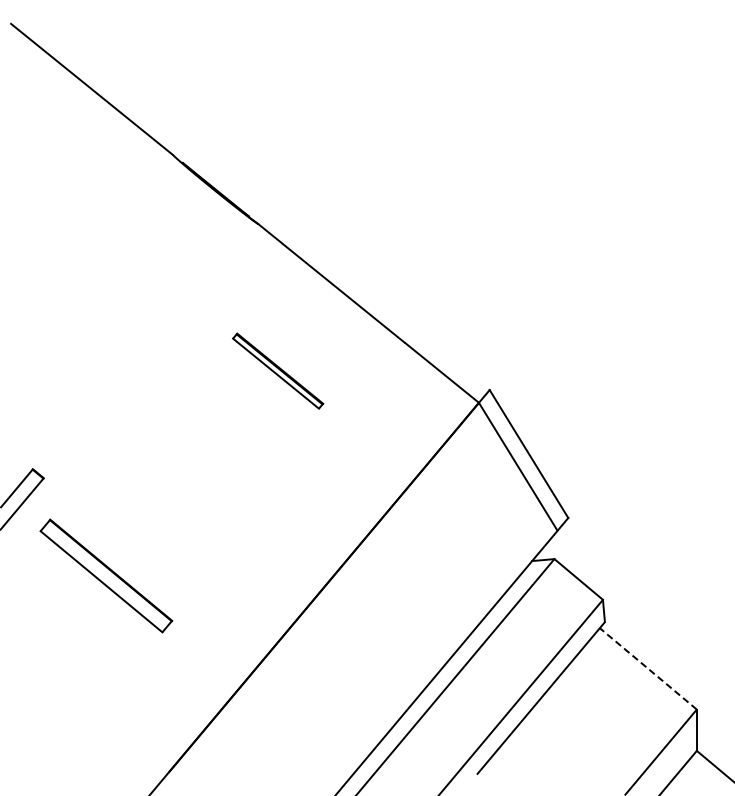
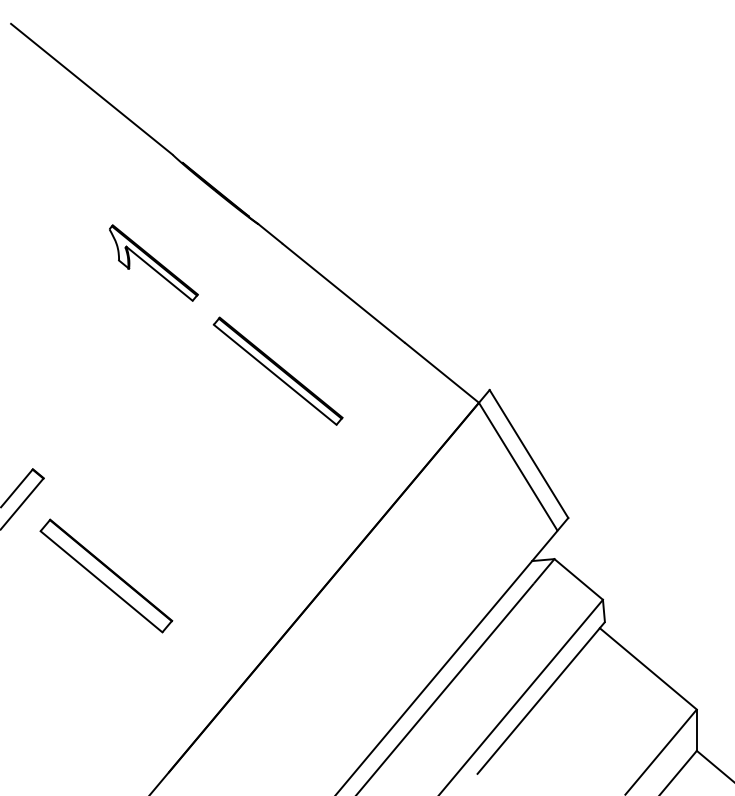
part at (153, 262): none -> present
part at (278, 370) size: 93x78 px -> 132x110 px
line at (647, 668): dashed -> solid
